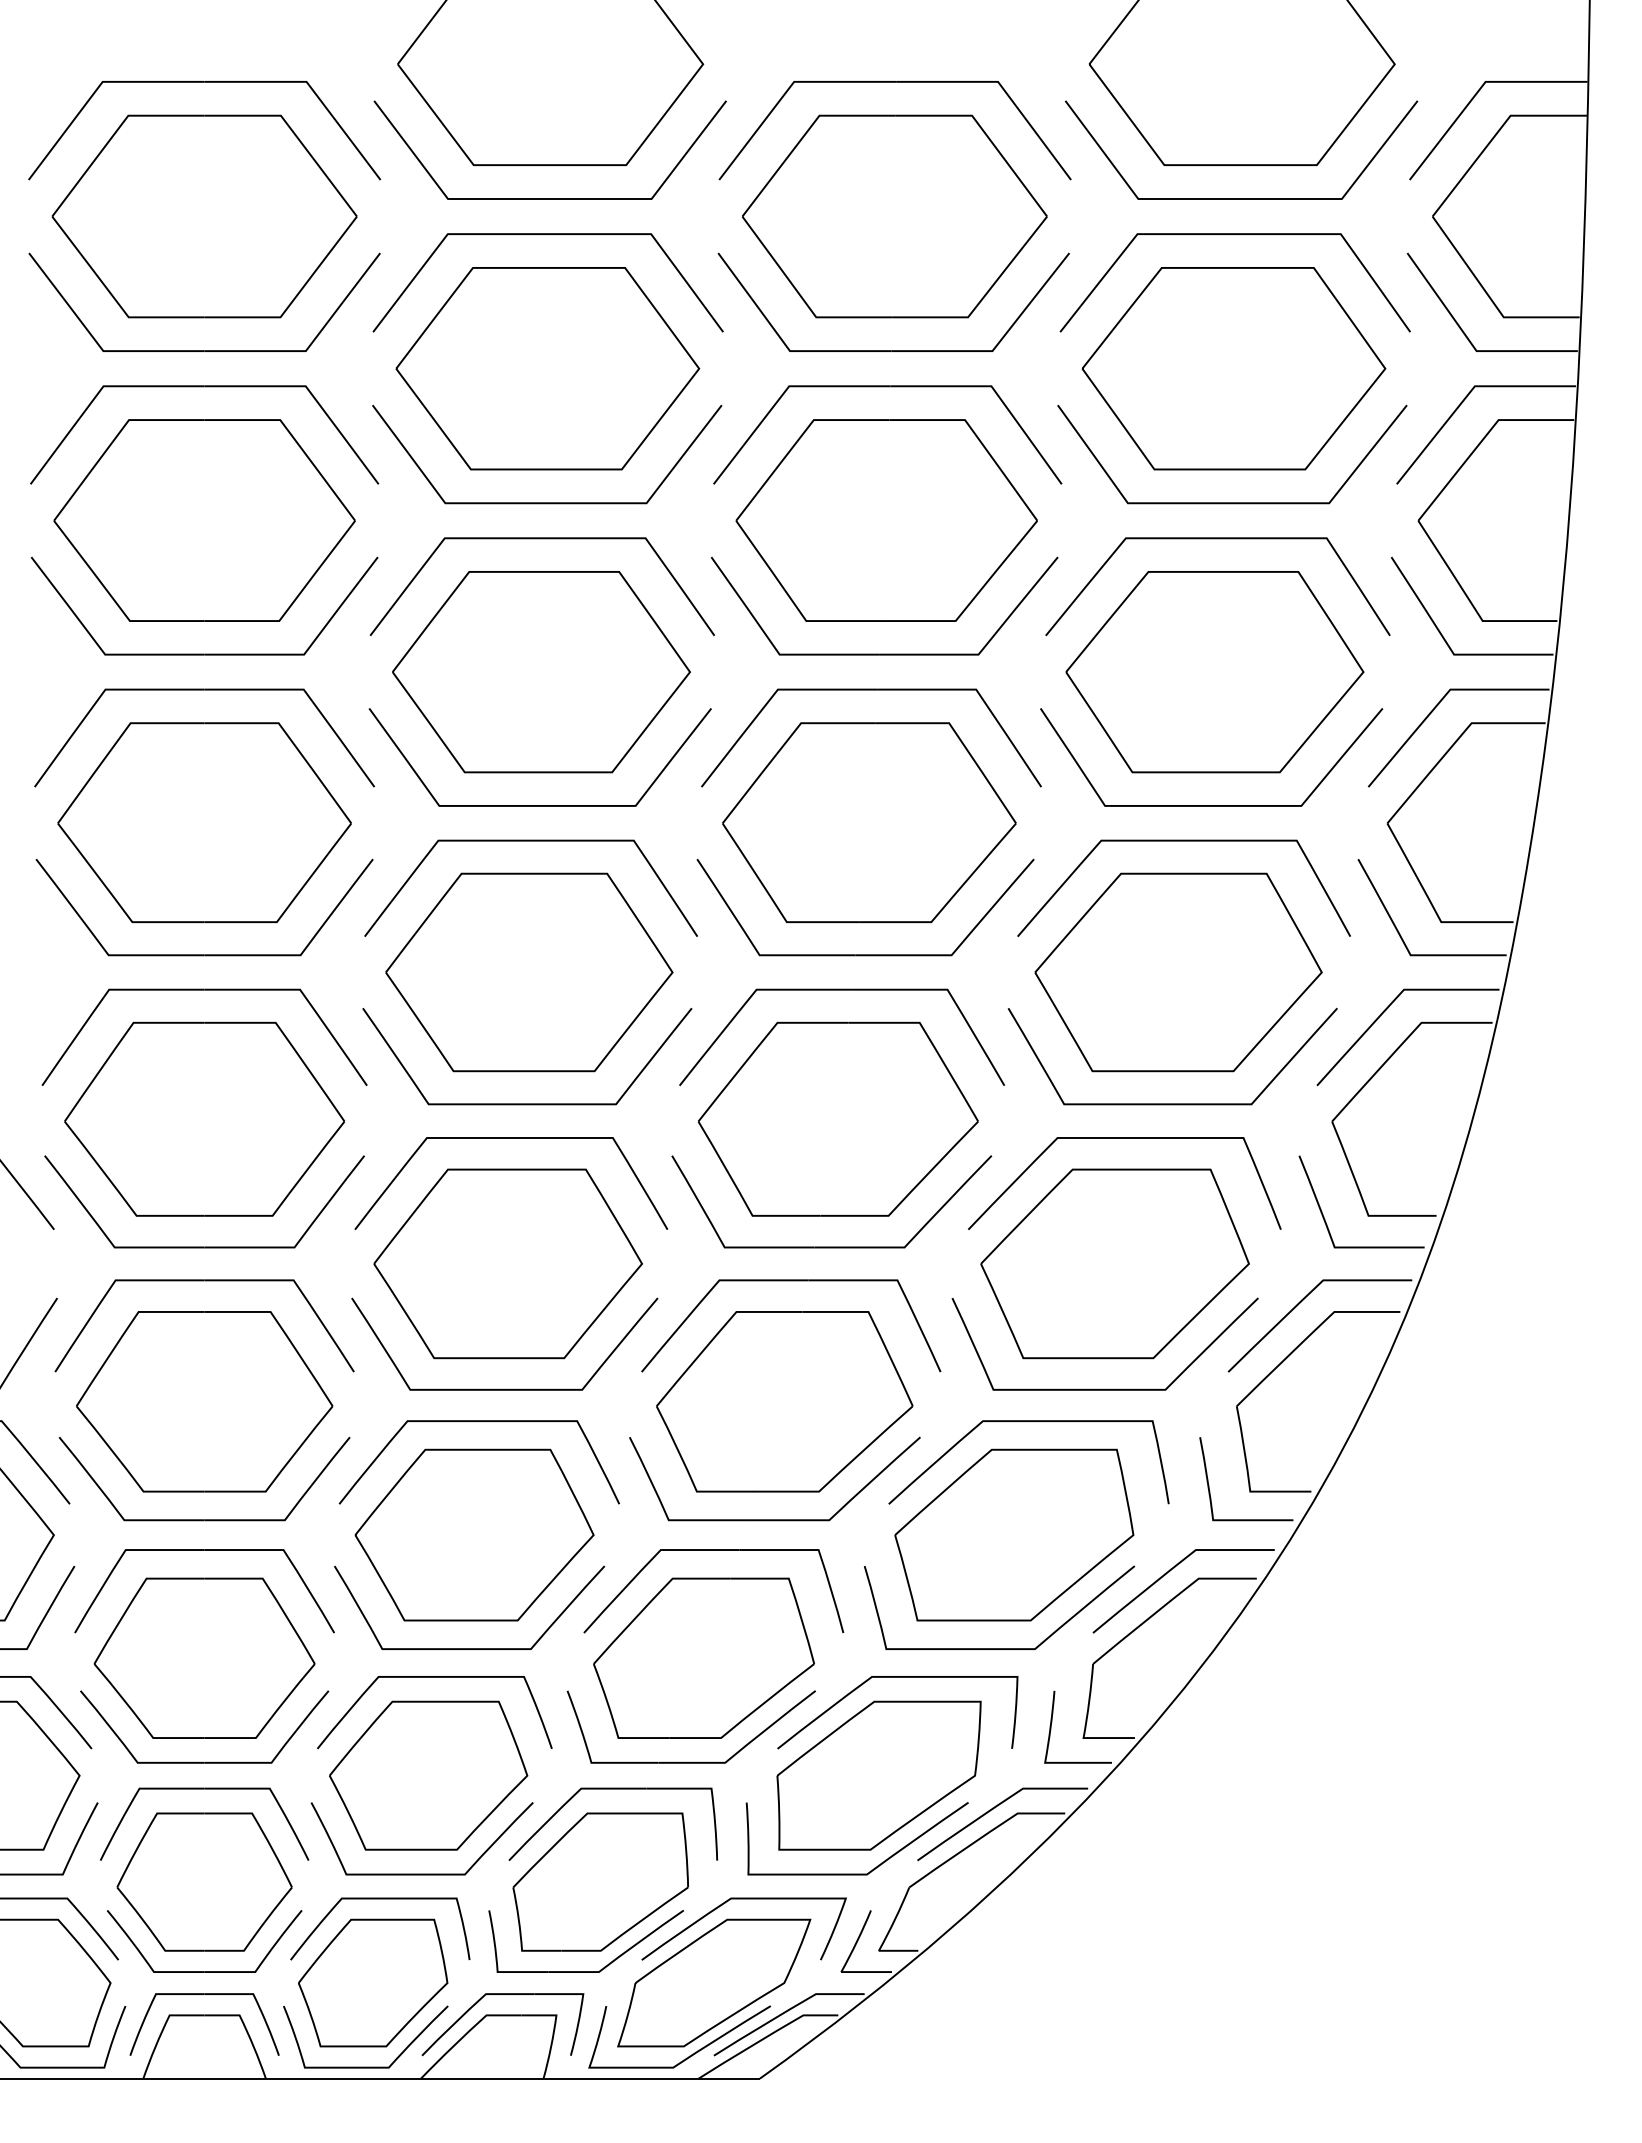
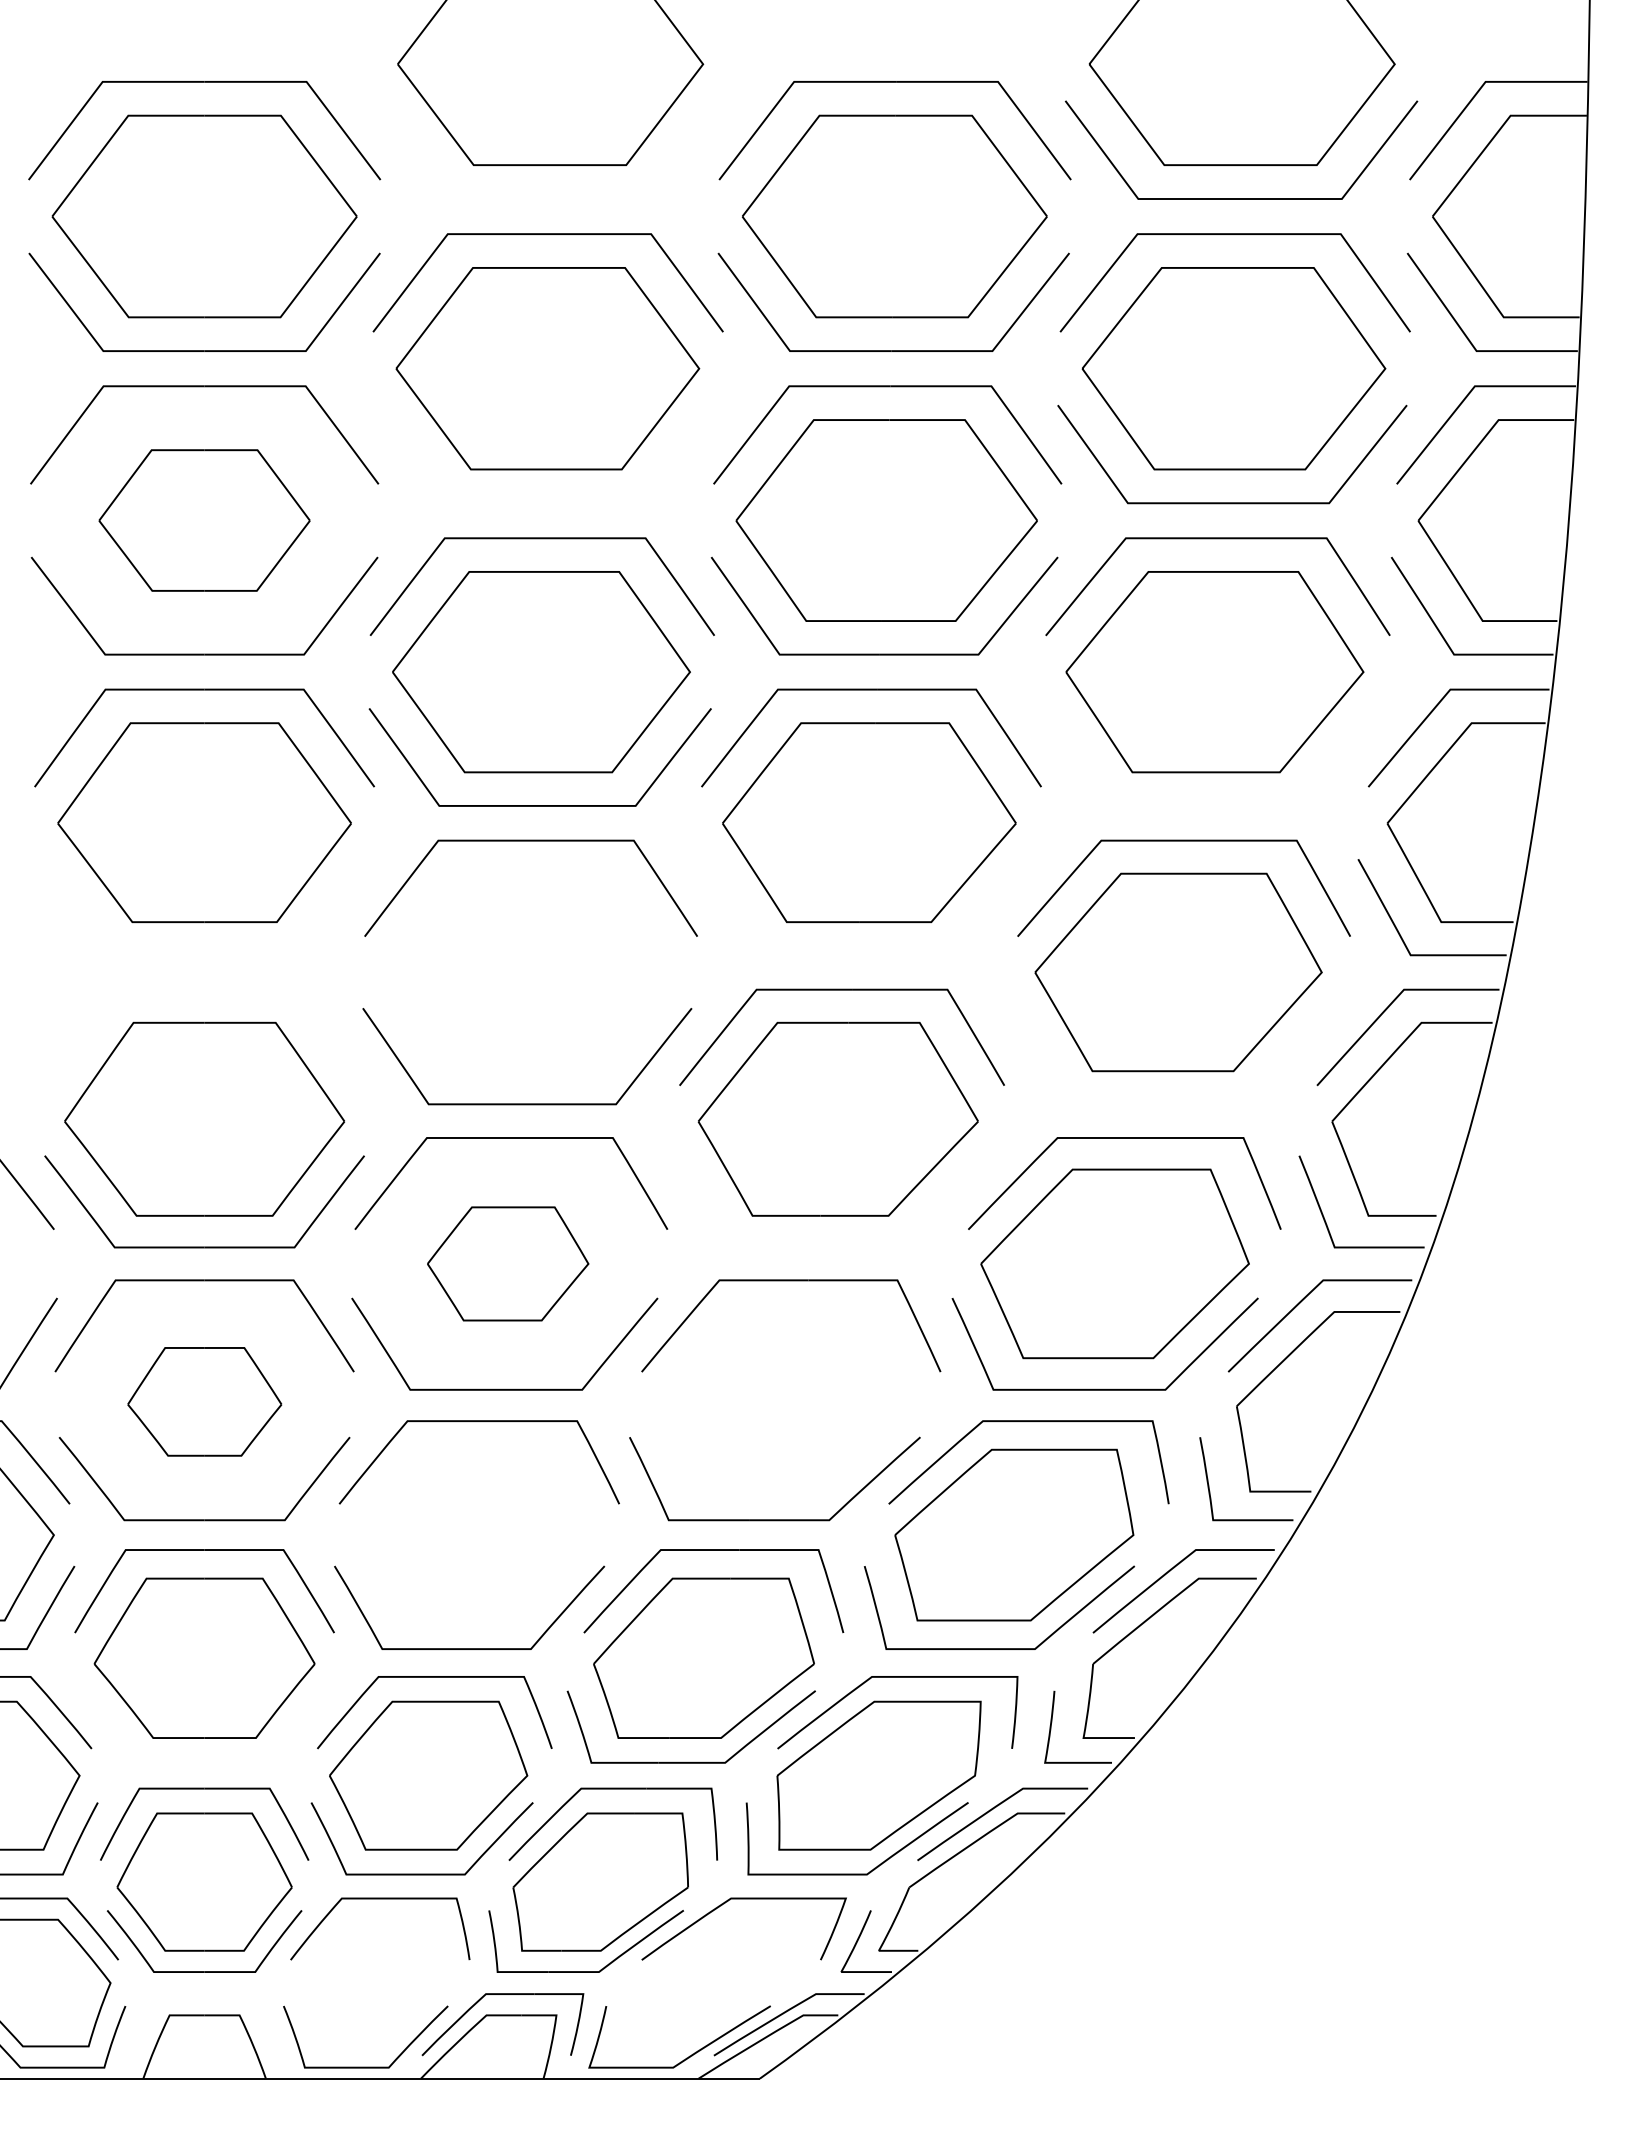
part at (549, 198): present -> none
part at (547, 502): present -> none
part at (204, 520) size: 303x203 px -> 213x143 px
part at (1211, 805): present -> none
part at (204, 954): present -> none
part at (865, 954): present -> none
part at (529, 972): present -> none
part at (204, 990): present -> none
part at (1172, 1103): present -> none
part at (831, 1246): present -> none
part at (507, 1263) size: 270x192 px -> 163x116 px
part at (204, 1401) size: 258x182 px -> 156x110 px
part at (784, 1401): present -> none
part at (474, 1534): present -> none
part at (204, 1761): present -> none
part at (373, 1982): present -> none
part at (714, 1982): present -> none
part at (204, 1994): present -> none
